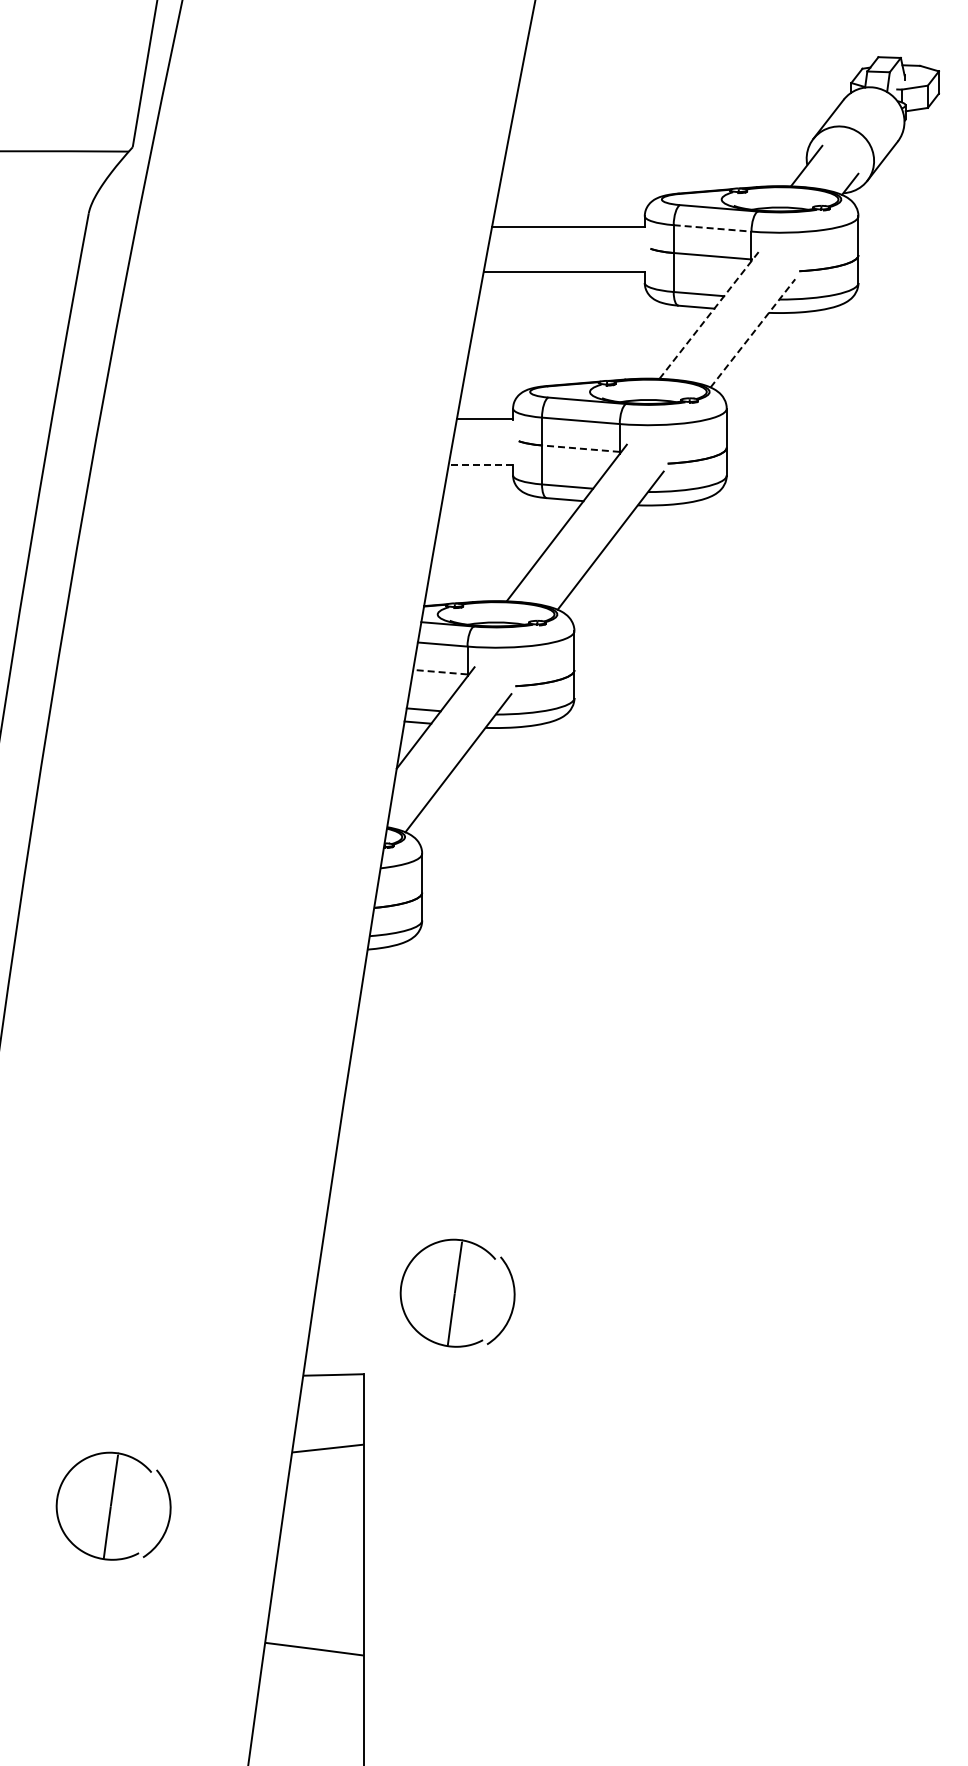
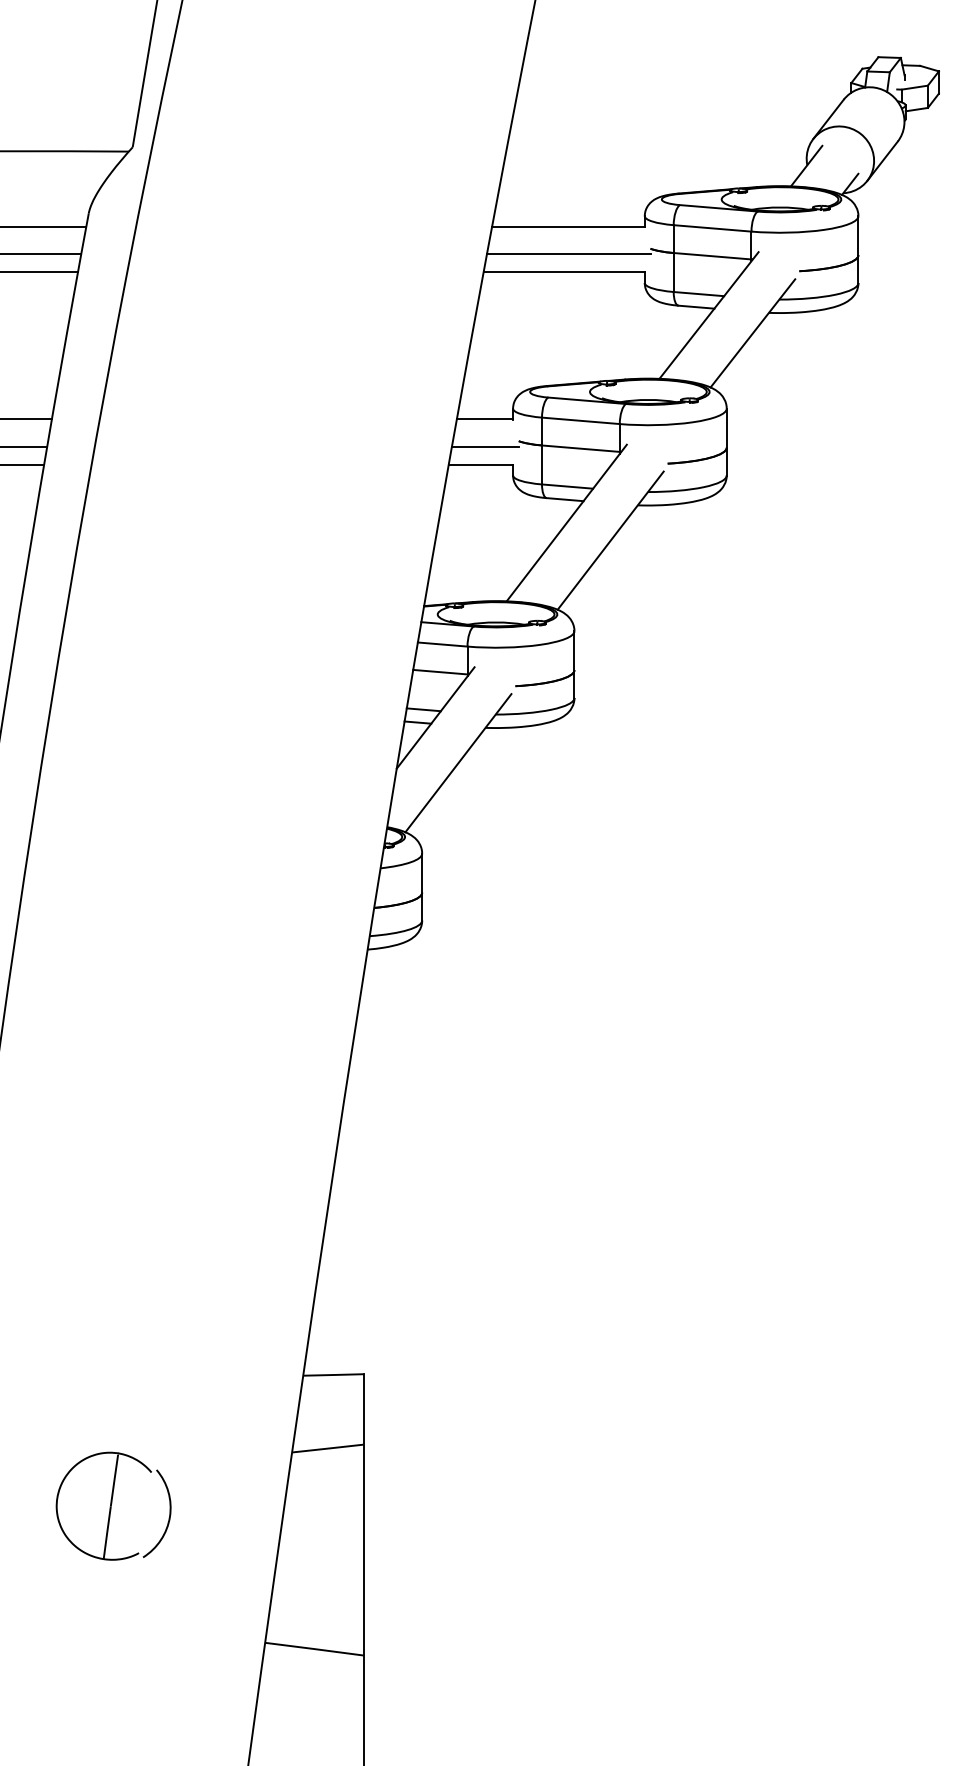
line at (44, 226): none -> present
line at (713, 228): dashed -> solid
line at (41, 254): none -> present
line at (568, 254): none -> present
line at (39, 272): none -> present
line at (709, 315): dashed -> solid
line at (752, 333): dashed -> solid
line at (26, 419): none -> present
line at (24, 446): none -> present
line at (485, 446): none -> present
line at (580, 448): dashed -> solid
line at (23, 464): none -> present
line at (480, 464): dashed -> solid
line at (439, 672): dashed -> solid
part at (457, 1292): present -> none
